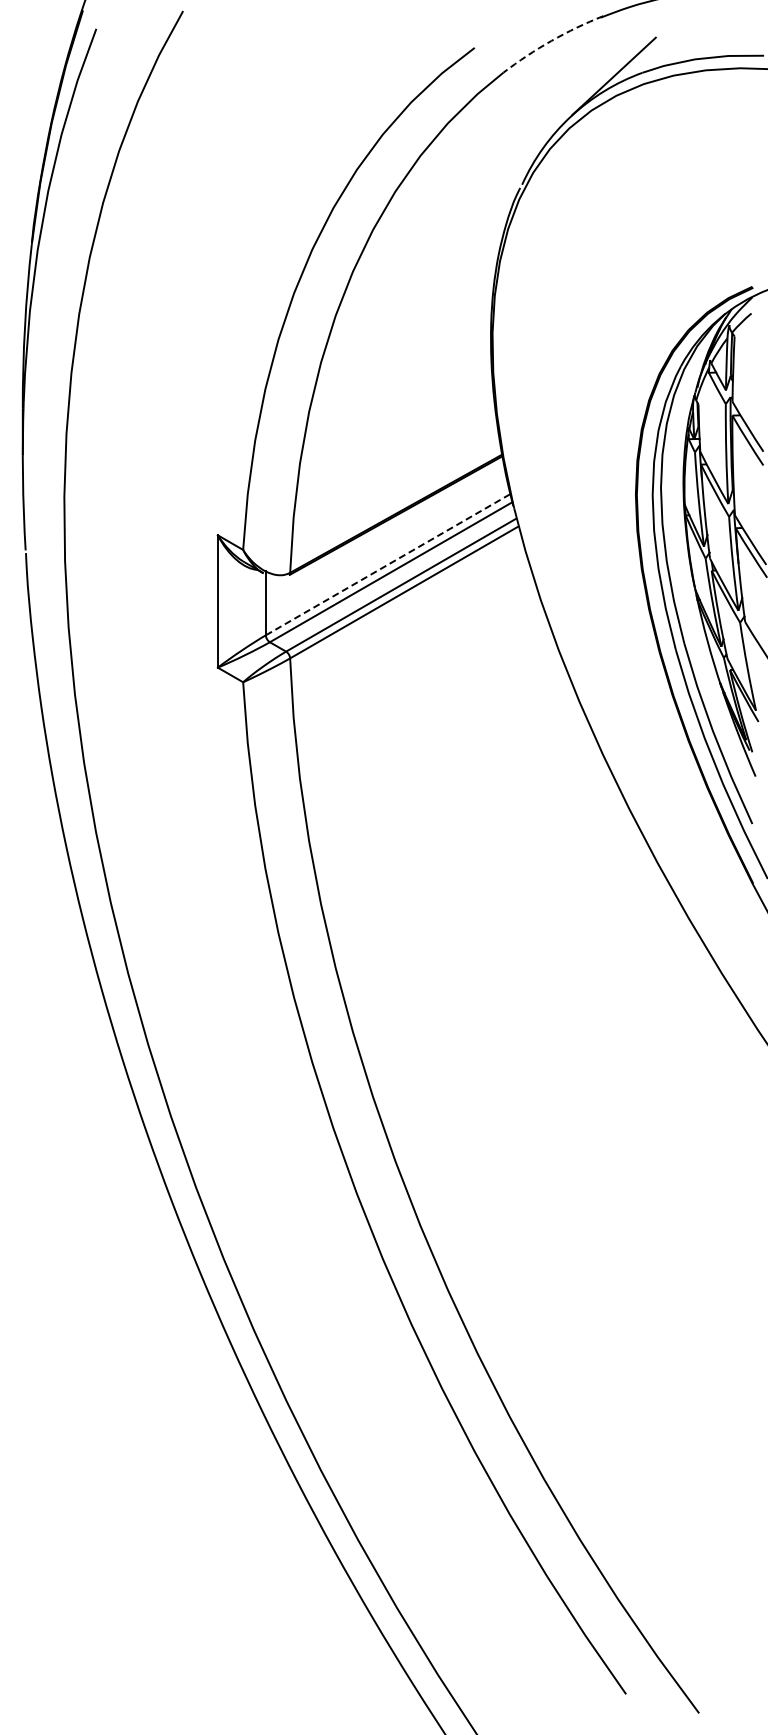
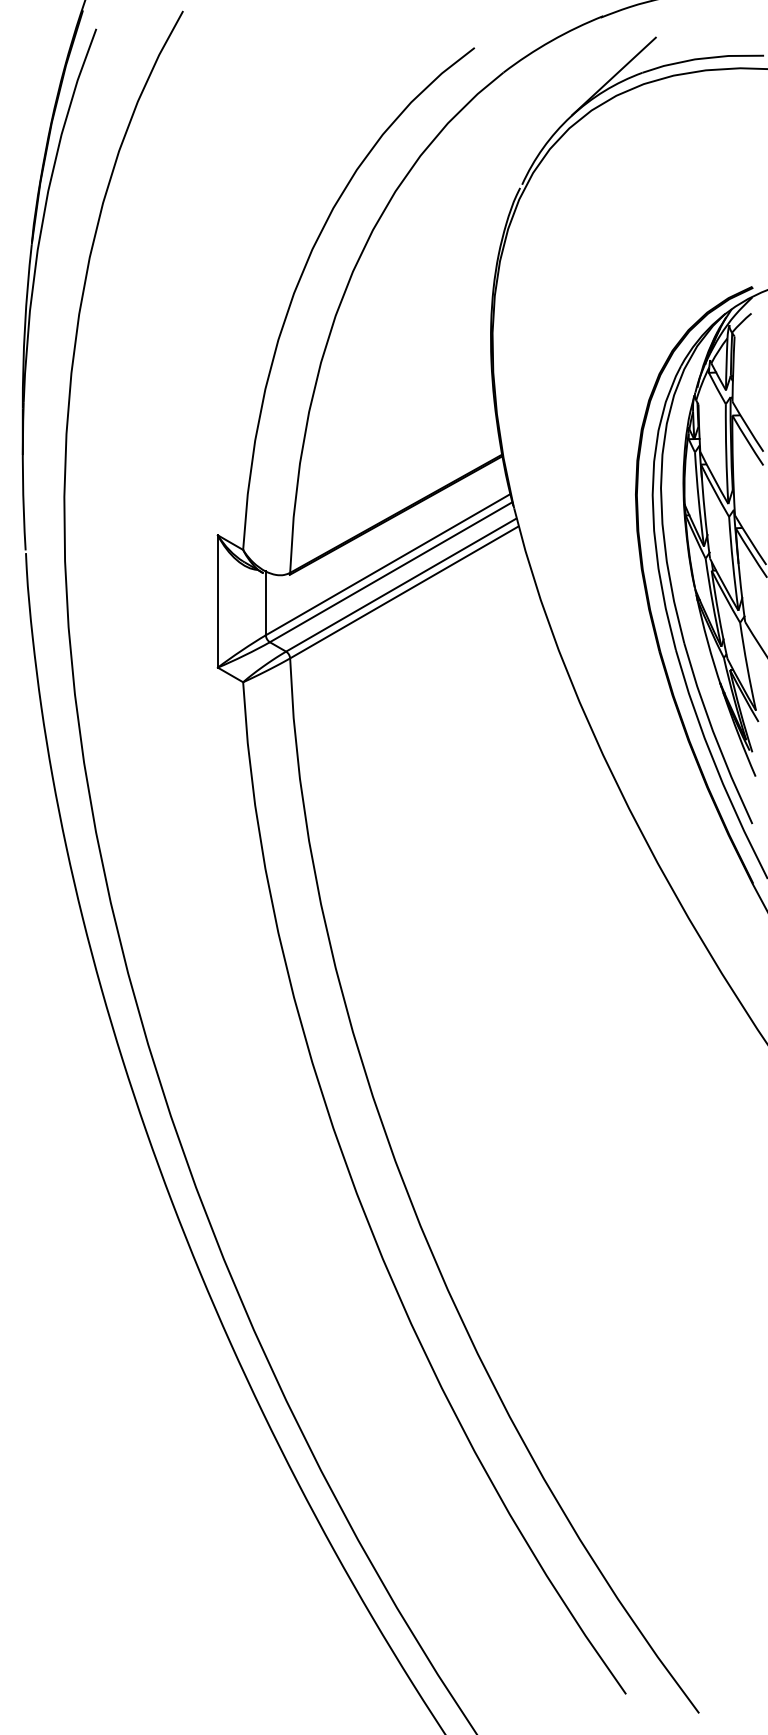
arc at (551, 40): dashed -> solid
line at (388, 564): dashed -> solid
